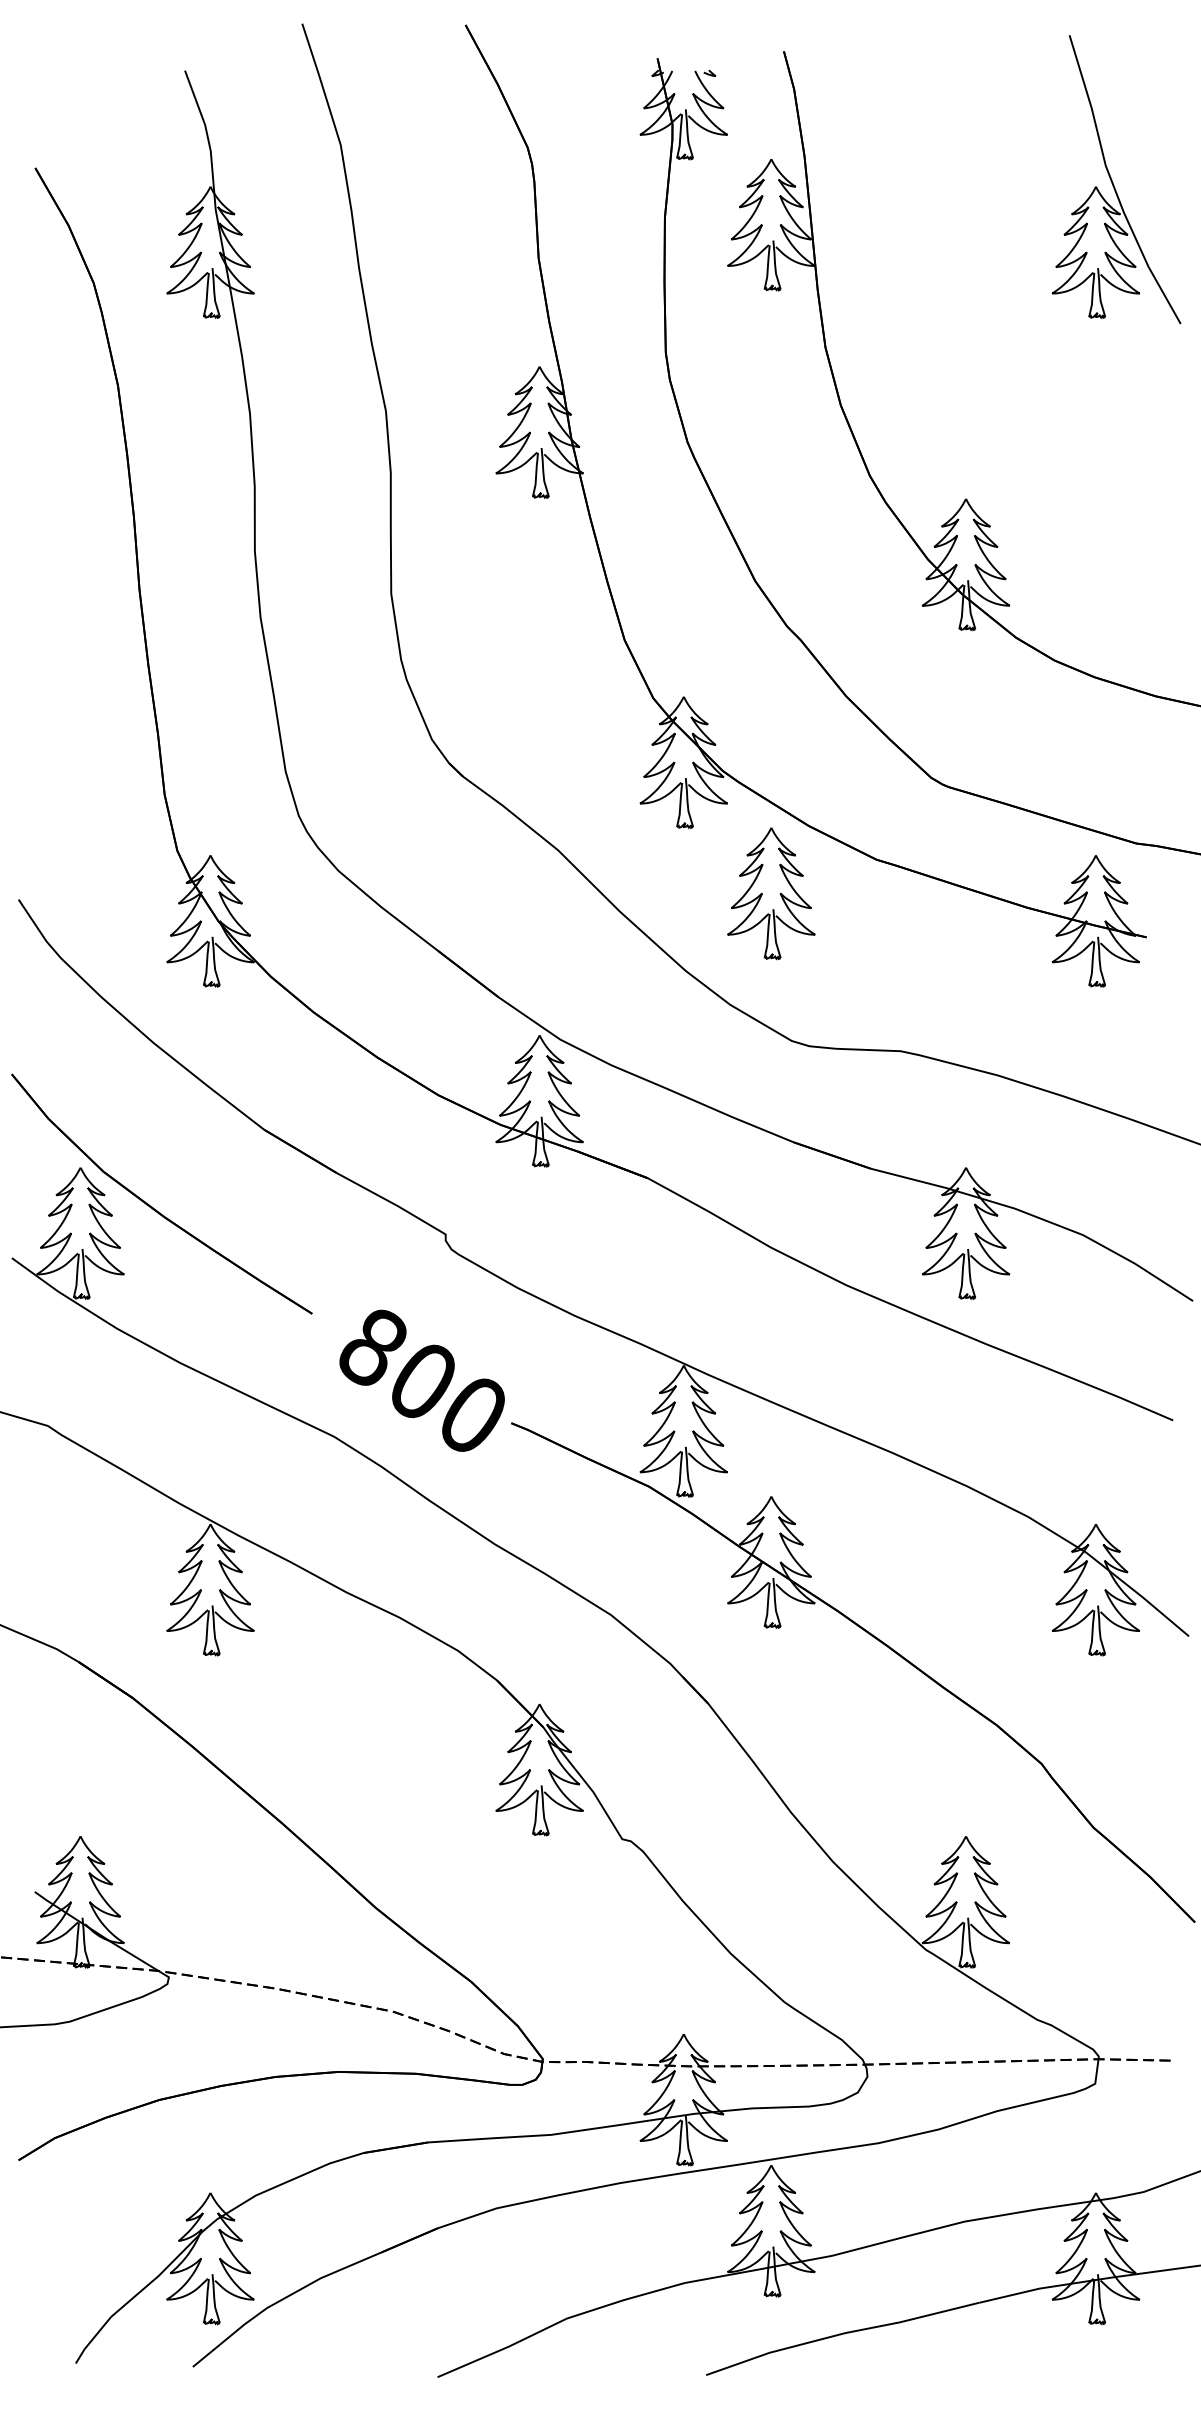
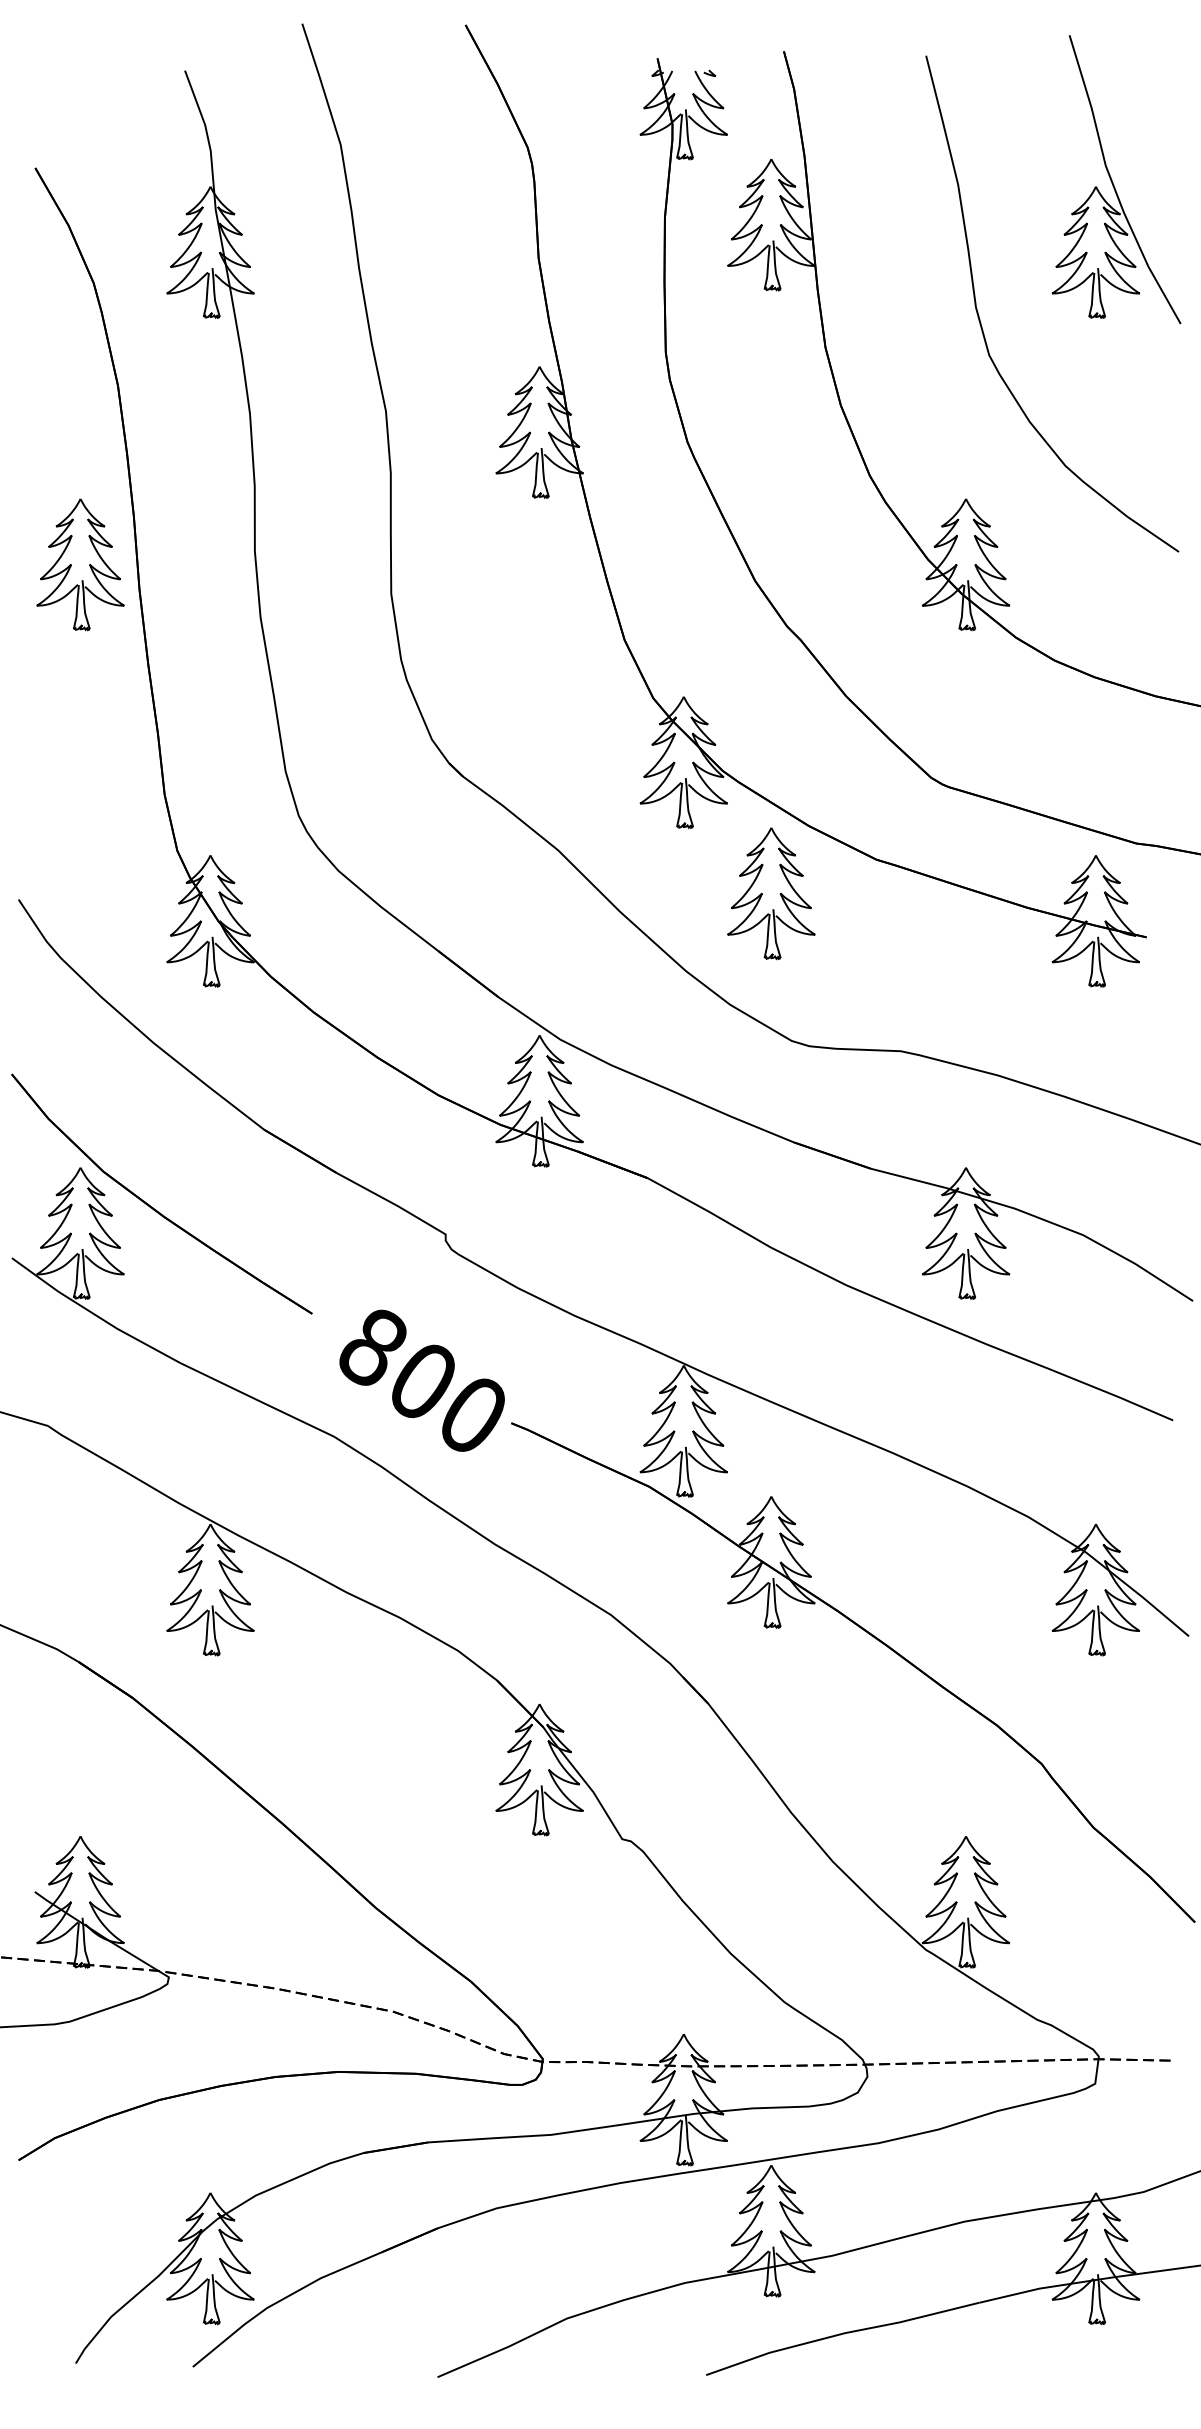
curve at (981, 322): none -> present
part at (80, 564): none -> present
